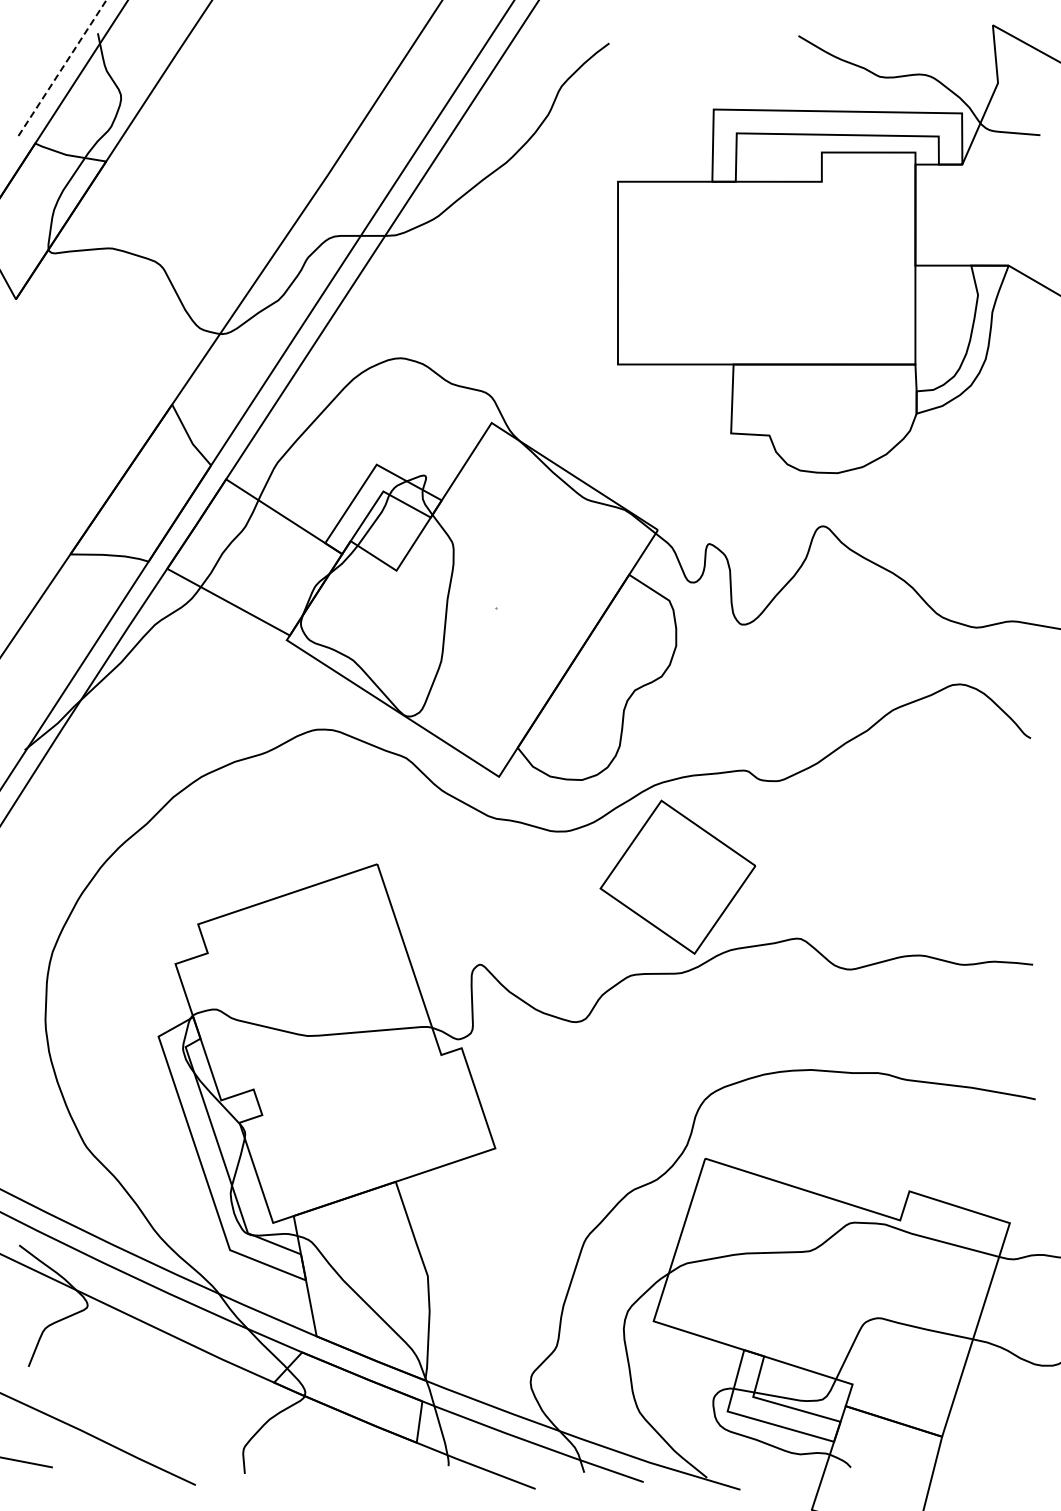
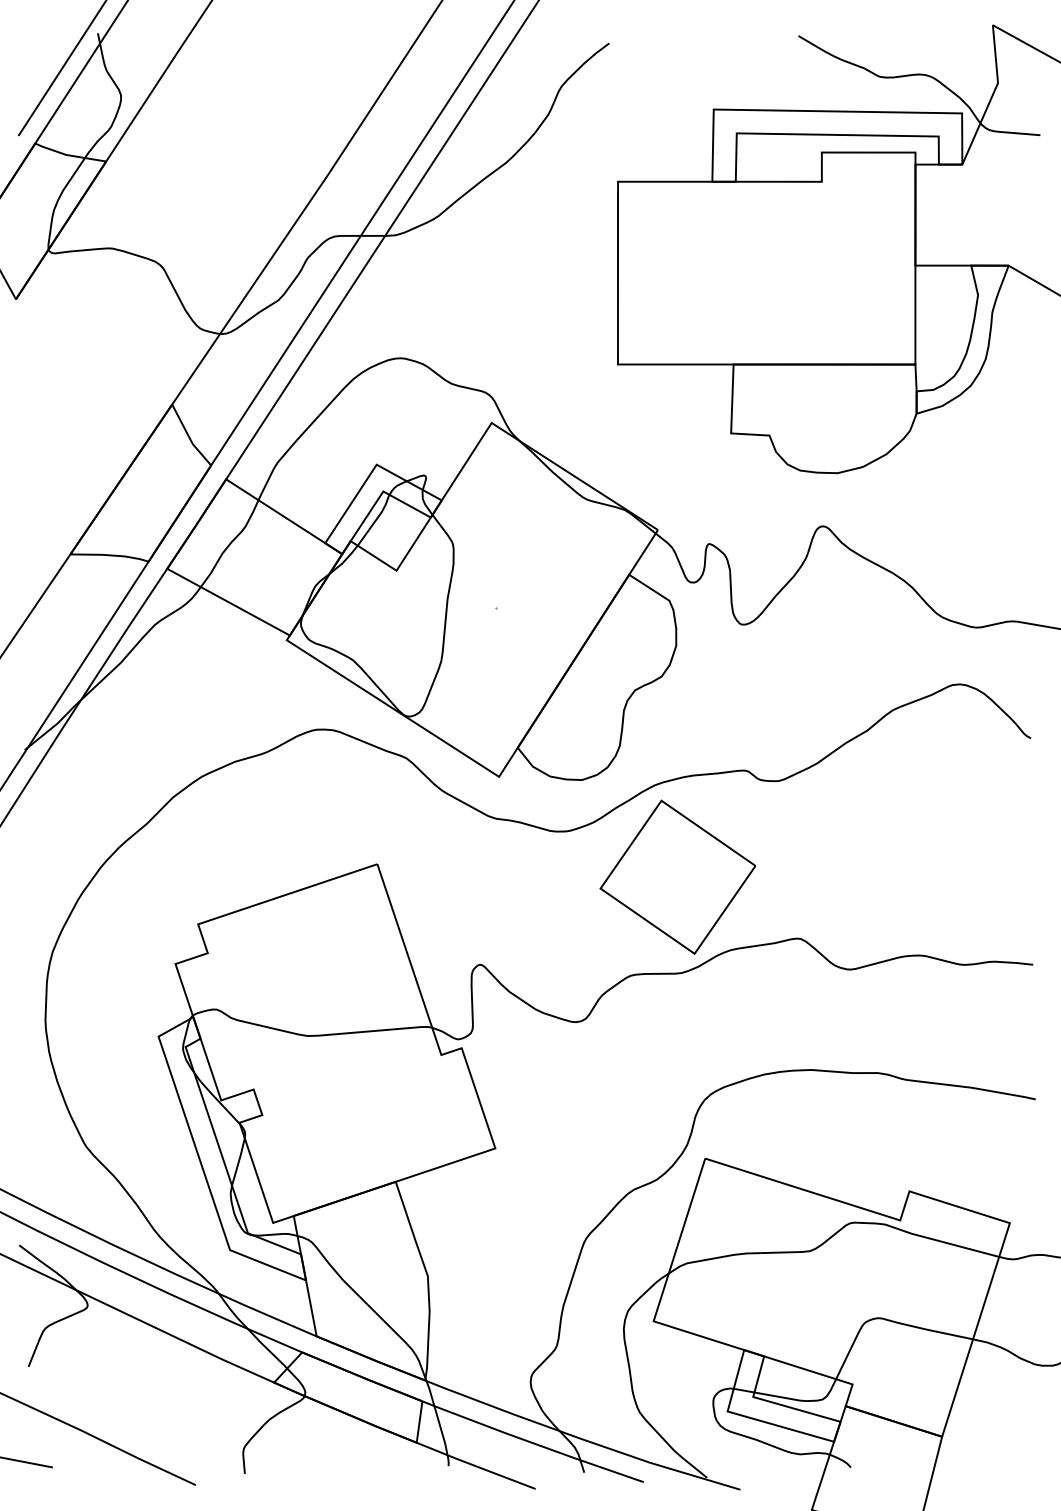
line at (62, 68): dashed -> solid
